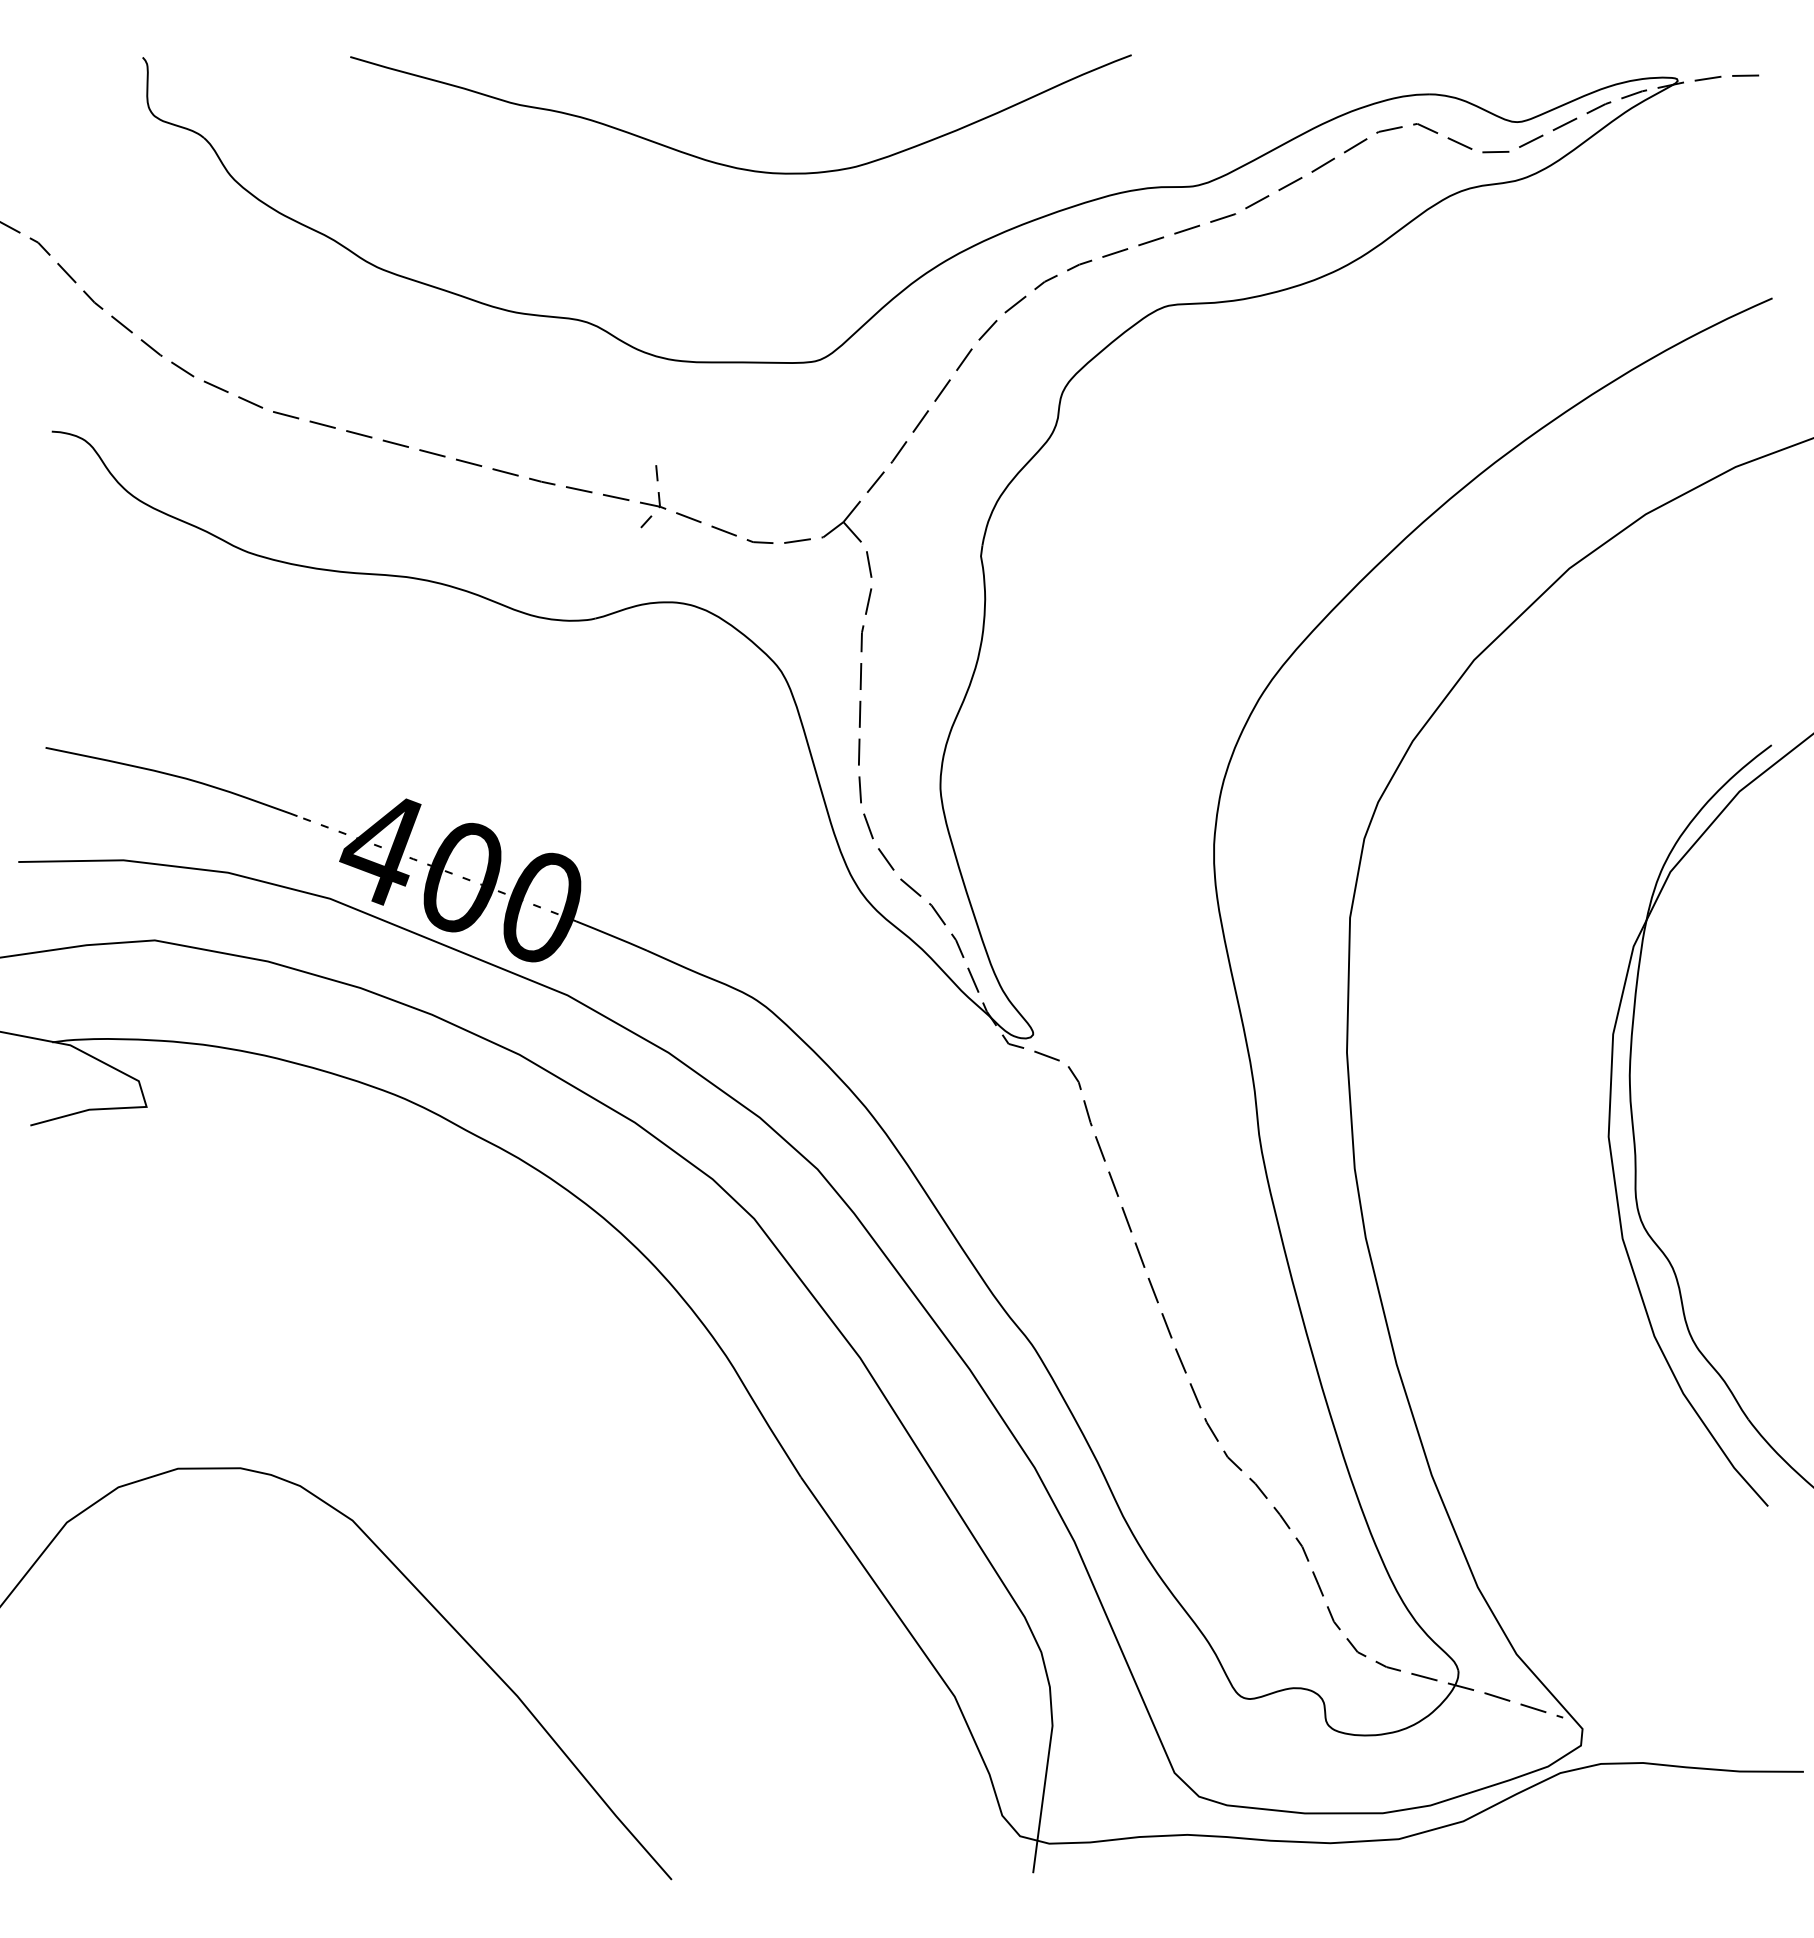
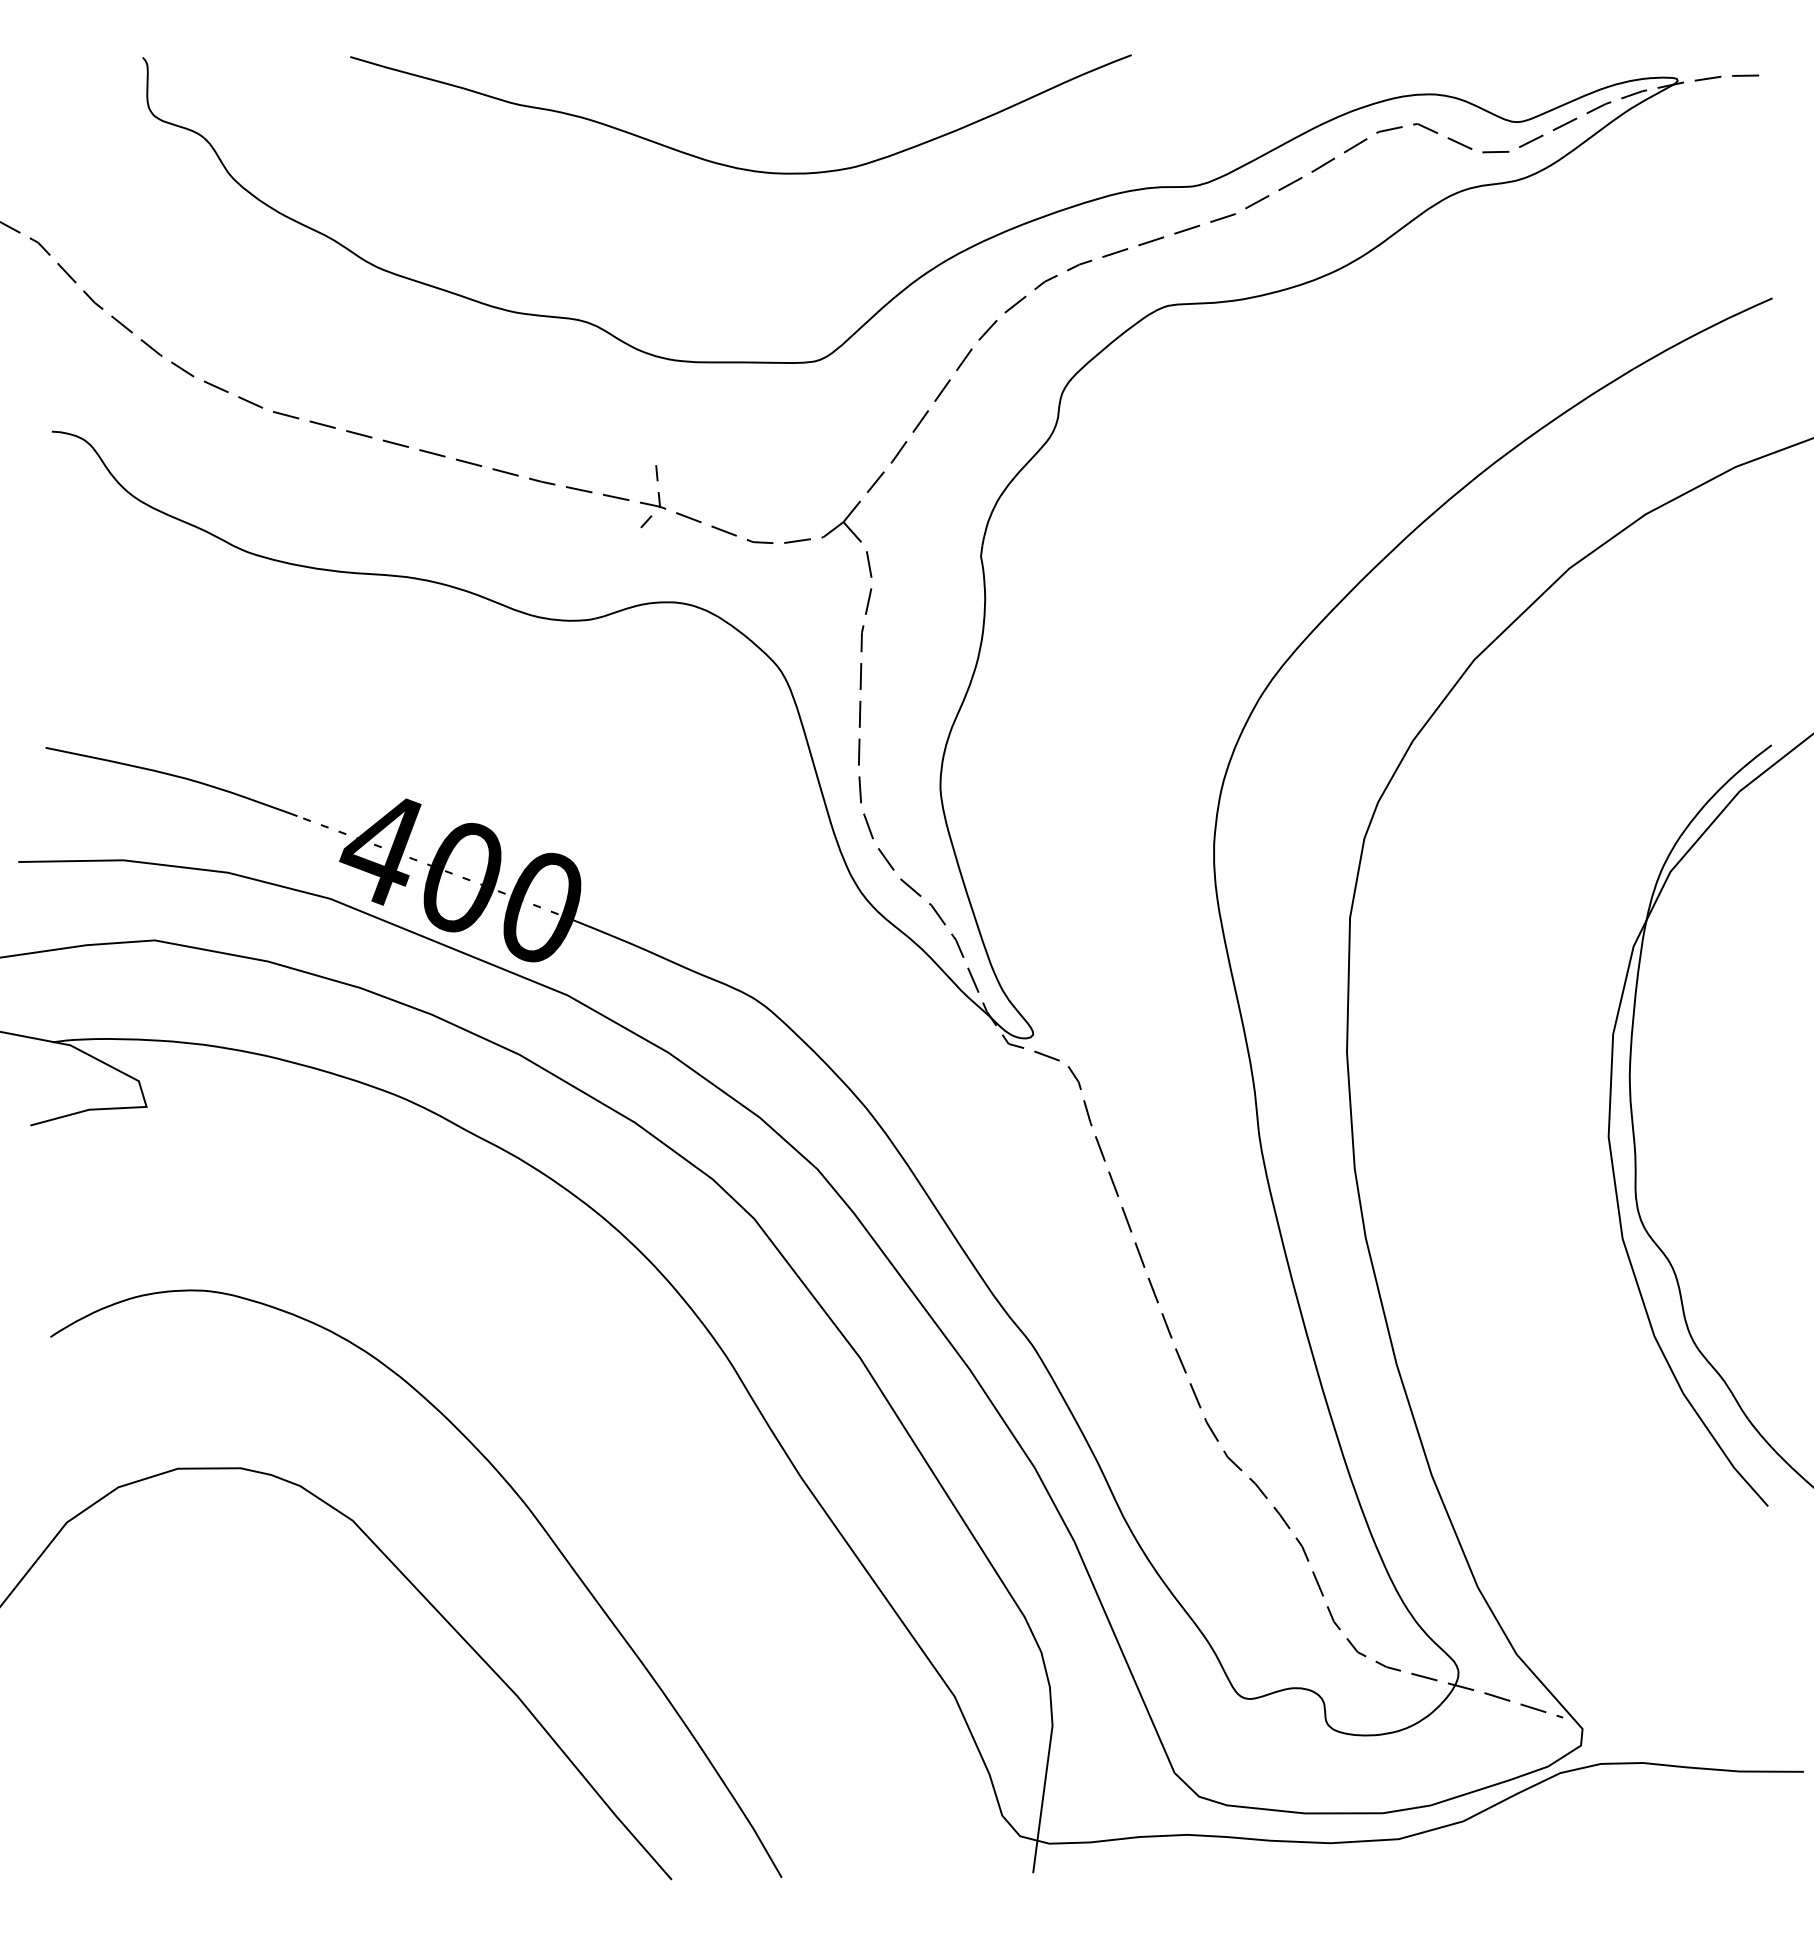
curve at (521, 1501): none -> present
